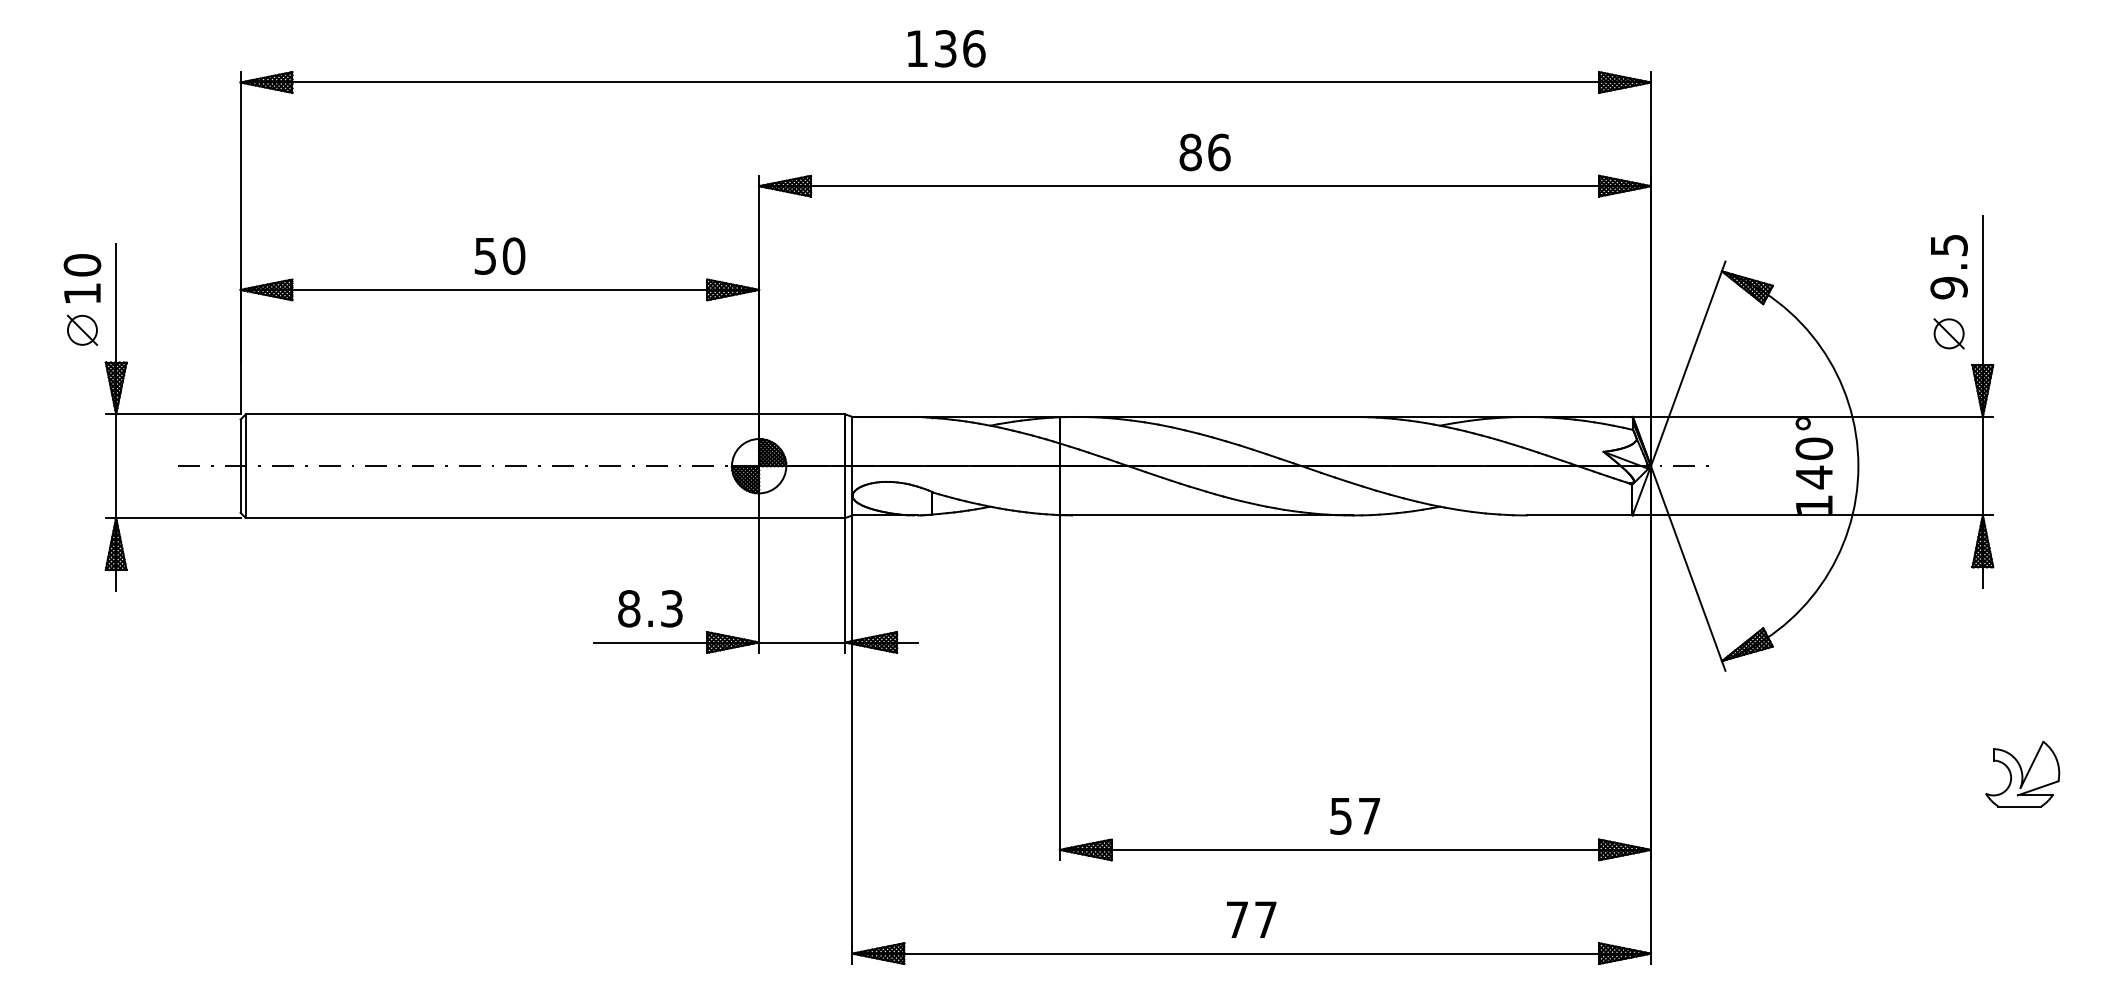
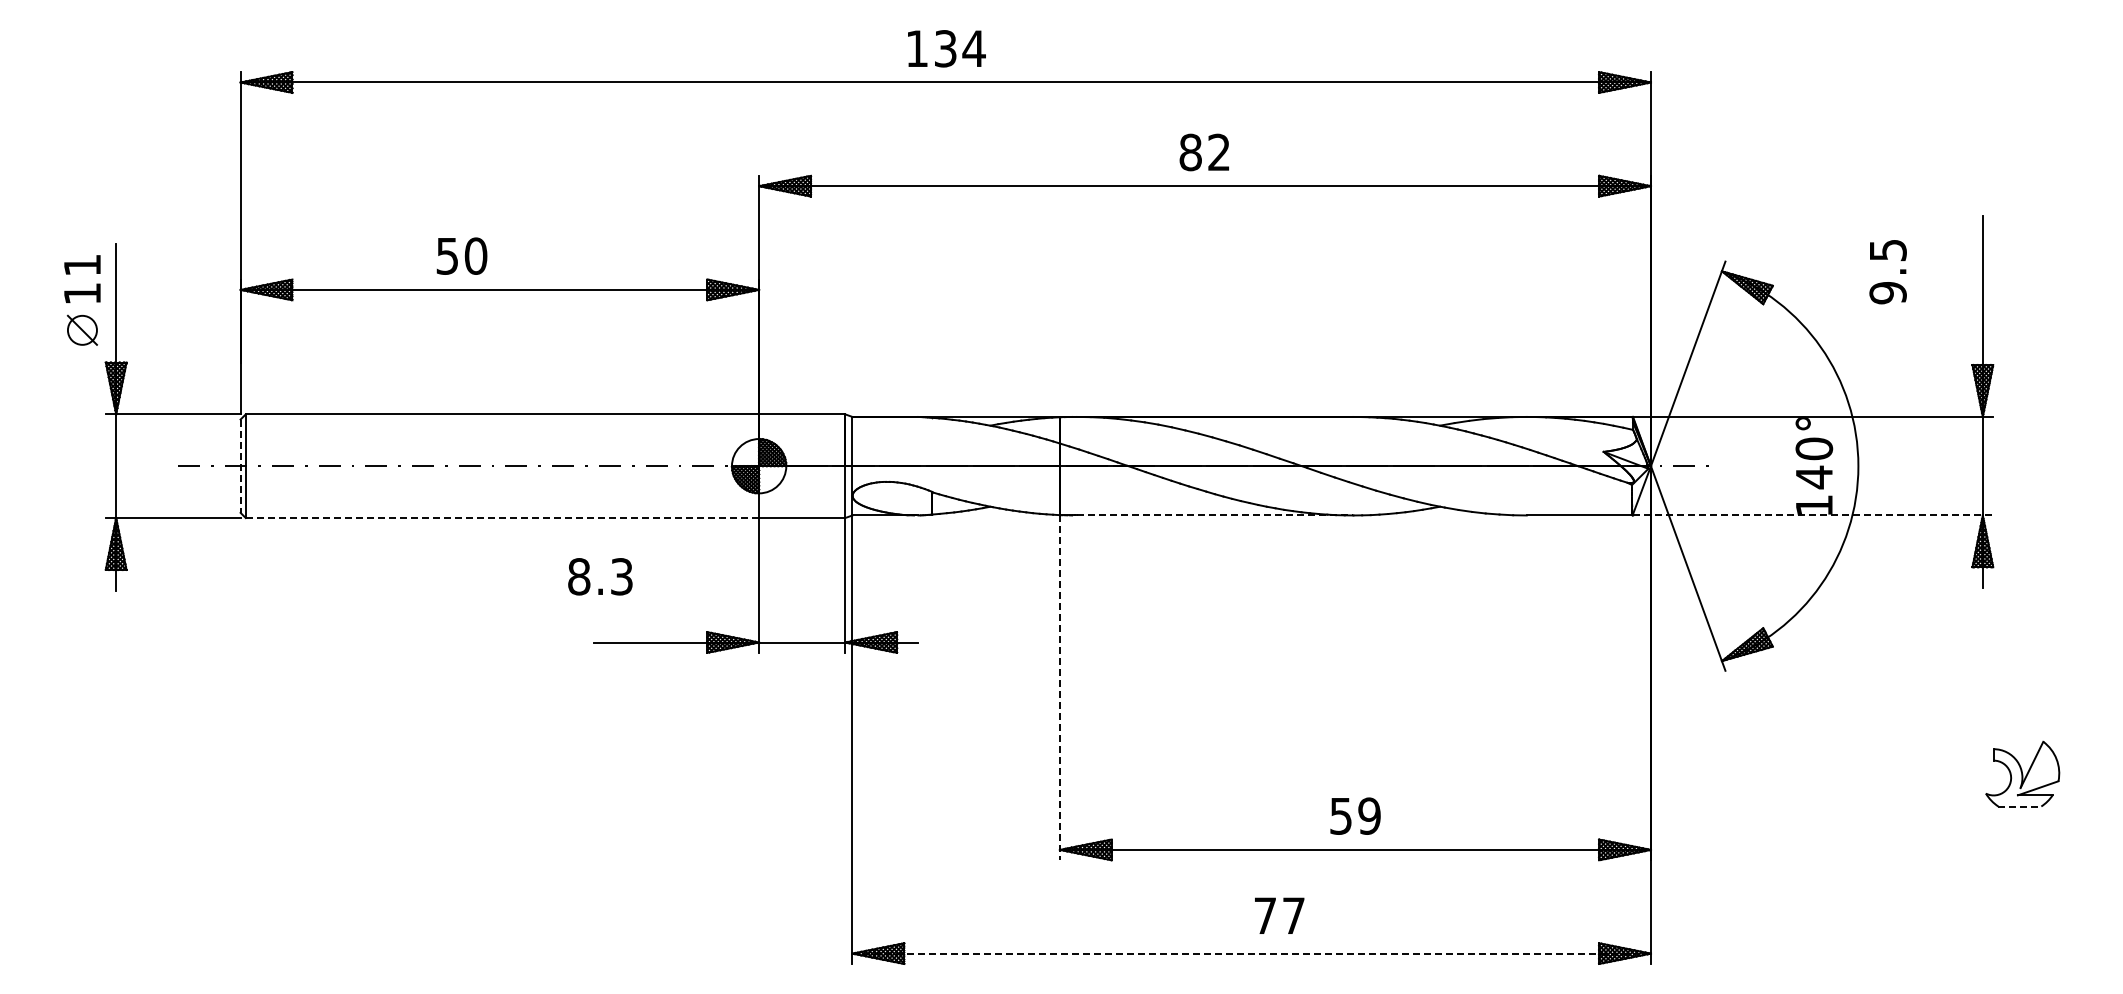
text at (973, 48): 136 -> 134
text at (1219, 152): 86 -> 82
text at (499, 255) position: (499, 255) -> (461, 255)
text at (82, 265): 10 -> 11
text at (1948, 267) position: (1948, 267) -> (1887, 272)
part at (1948, 333): present -> none
line at (240, 466): solid -> dashed
line at (1215, 515): solid -> dashed
line at (1813, 515): solid -> dashed
line at (502, 518): solid -> dashed
text at (650, 608) position: (650, 608) -> (600, 576)
line at (1059, 688): solid -> dashed
line at (2020, 806): solid -> dashed
text at (1369, 815): 57 -> 59
text at (1251, 919) position: (1251, 919) -> (1279, 915)
line at (1252, 953): solid -> dashed
